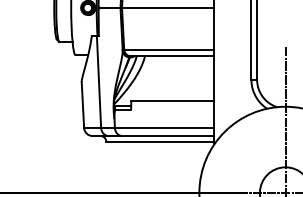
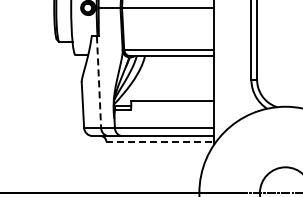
line at (99, 82): solid -> dashed
line at (285, 120): present -> none
line at (160, 141): solid -> dashed
